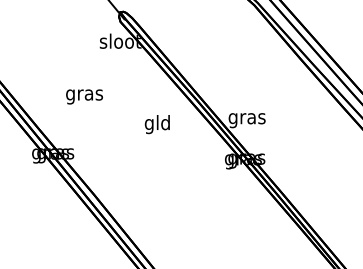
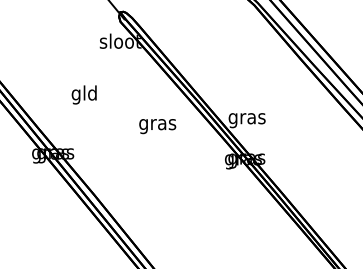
text at (84, 94): gras -> gld
text at (157, 124): gld -> gras
